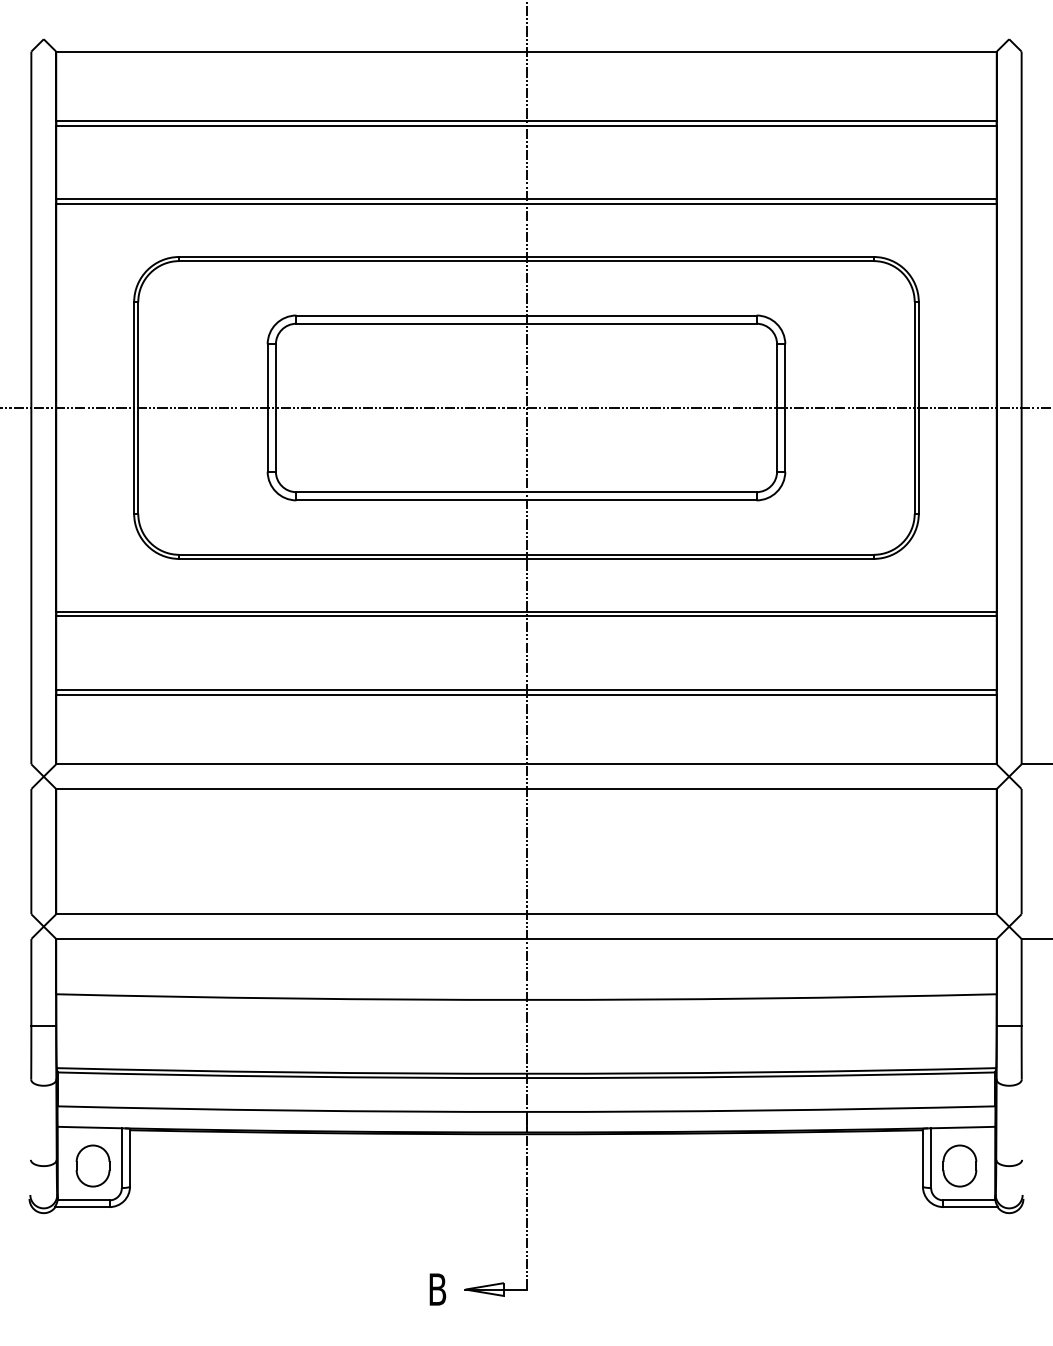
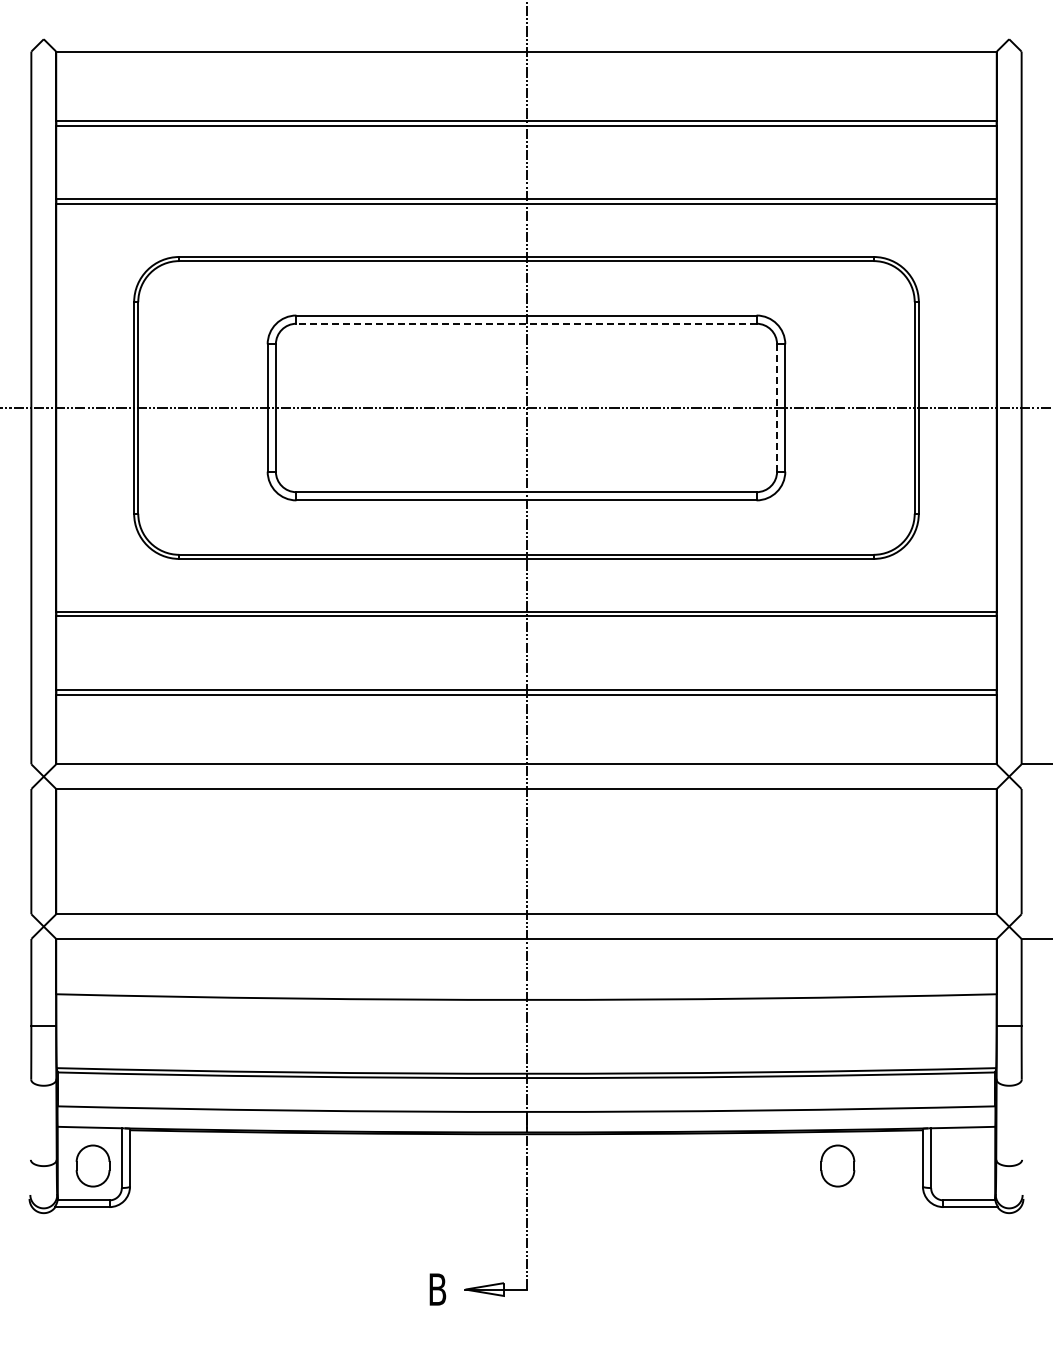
line at (525, 323): solid -> dashed
line at (777, 407): solid -> dashed
part at (959, 1165) position: (959, 1165) -> (837, 1165)
